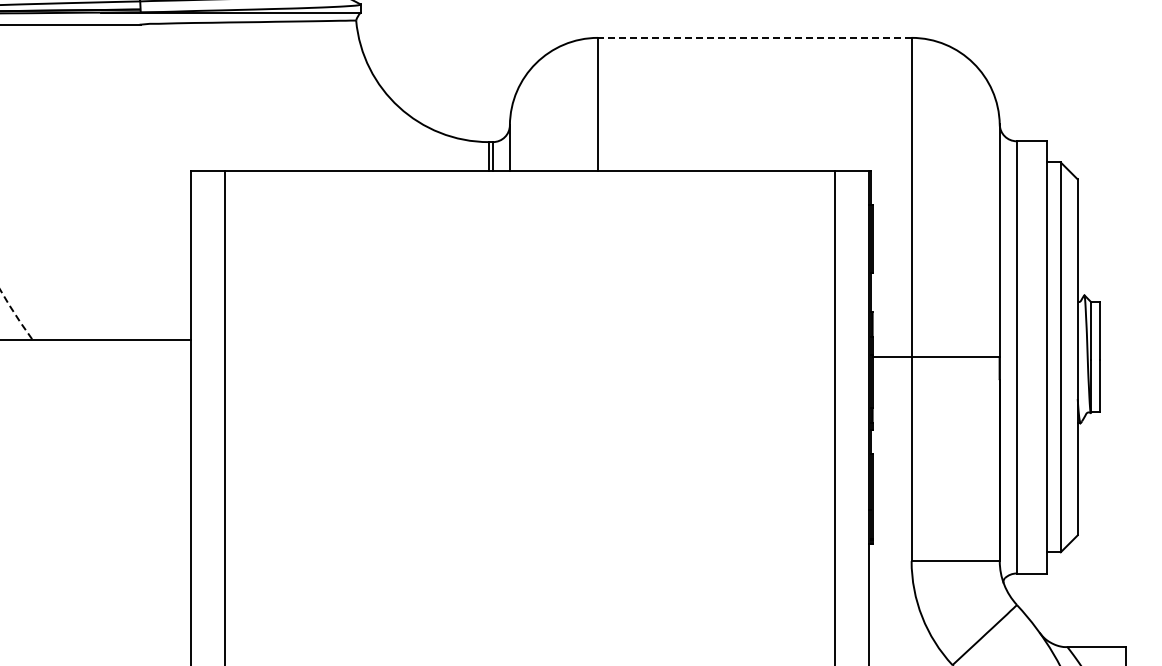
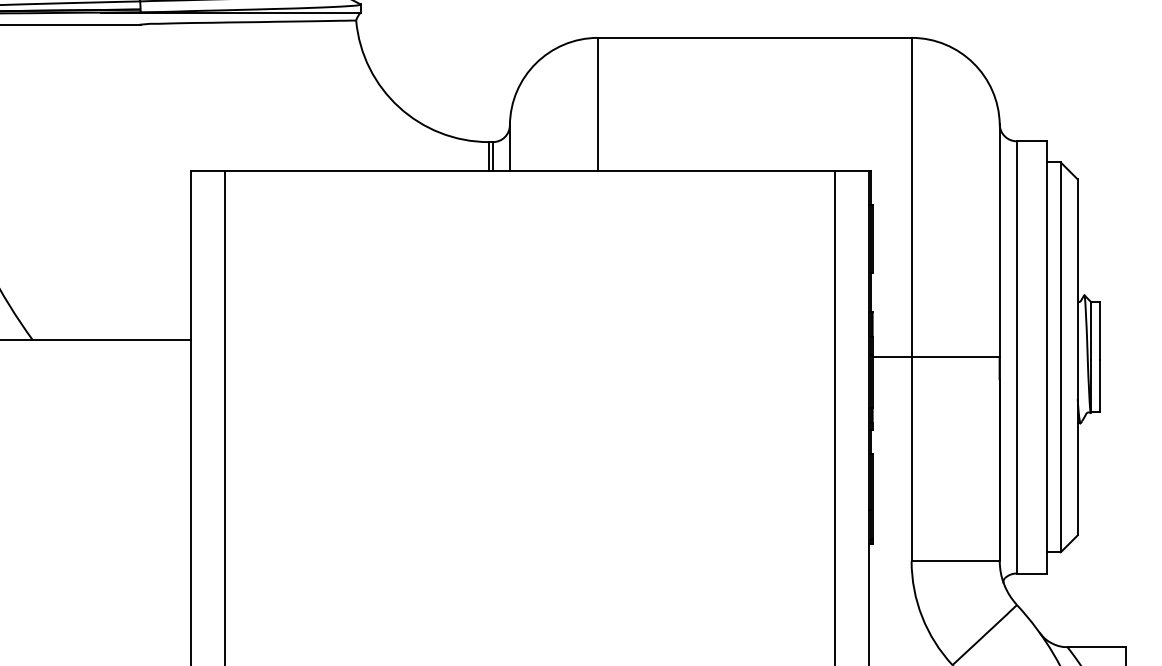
line at (754, 37): dashed -> solid
arc at (16, 315): dashed -> solid
